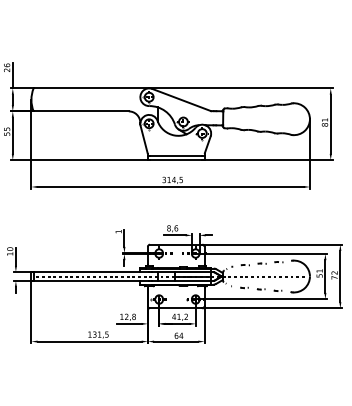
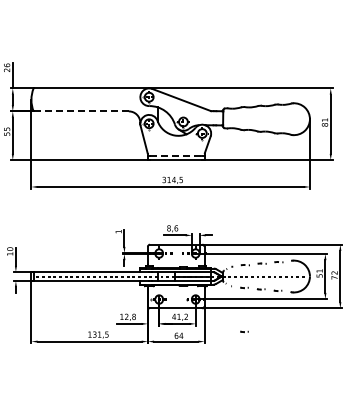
line at (81, 111): solid -> dashed
line at (176, 155): solid -> dashed
part at (244, 331): none -> present
